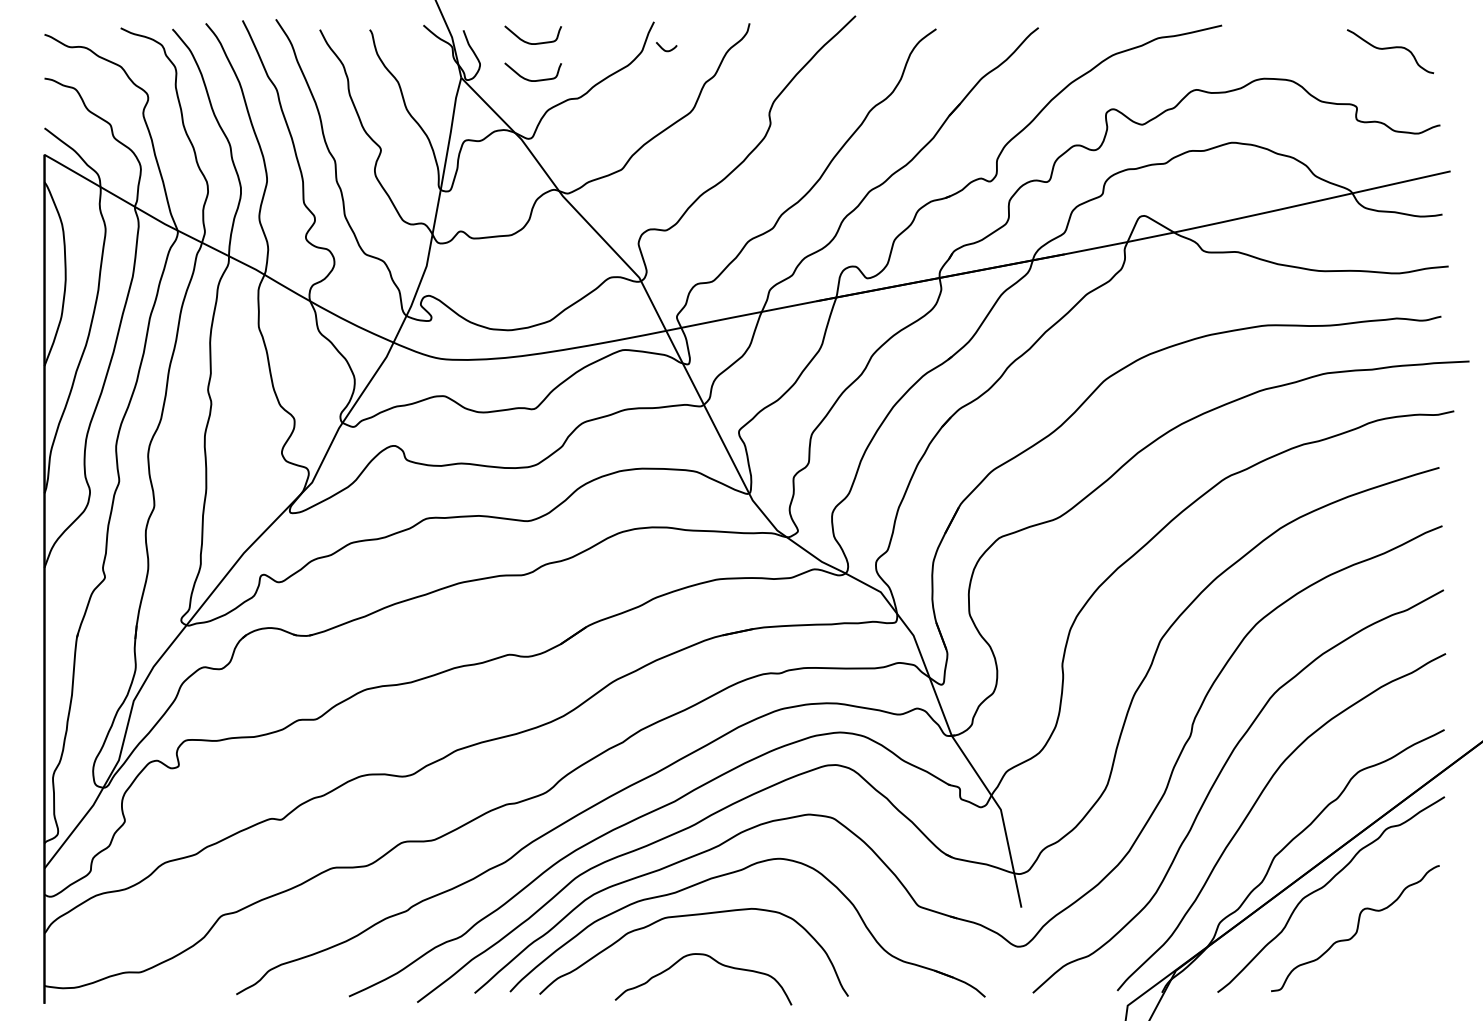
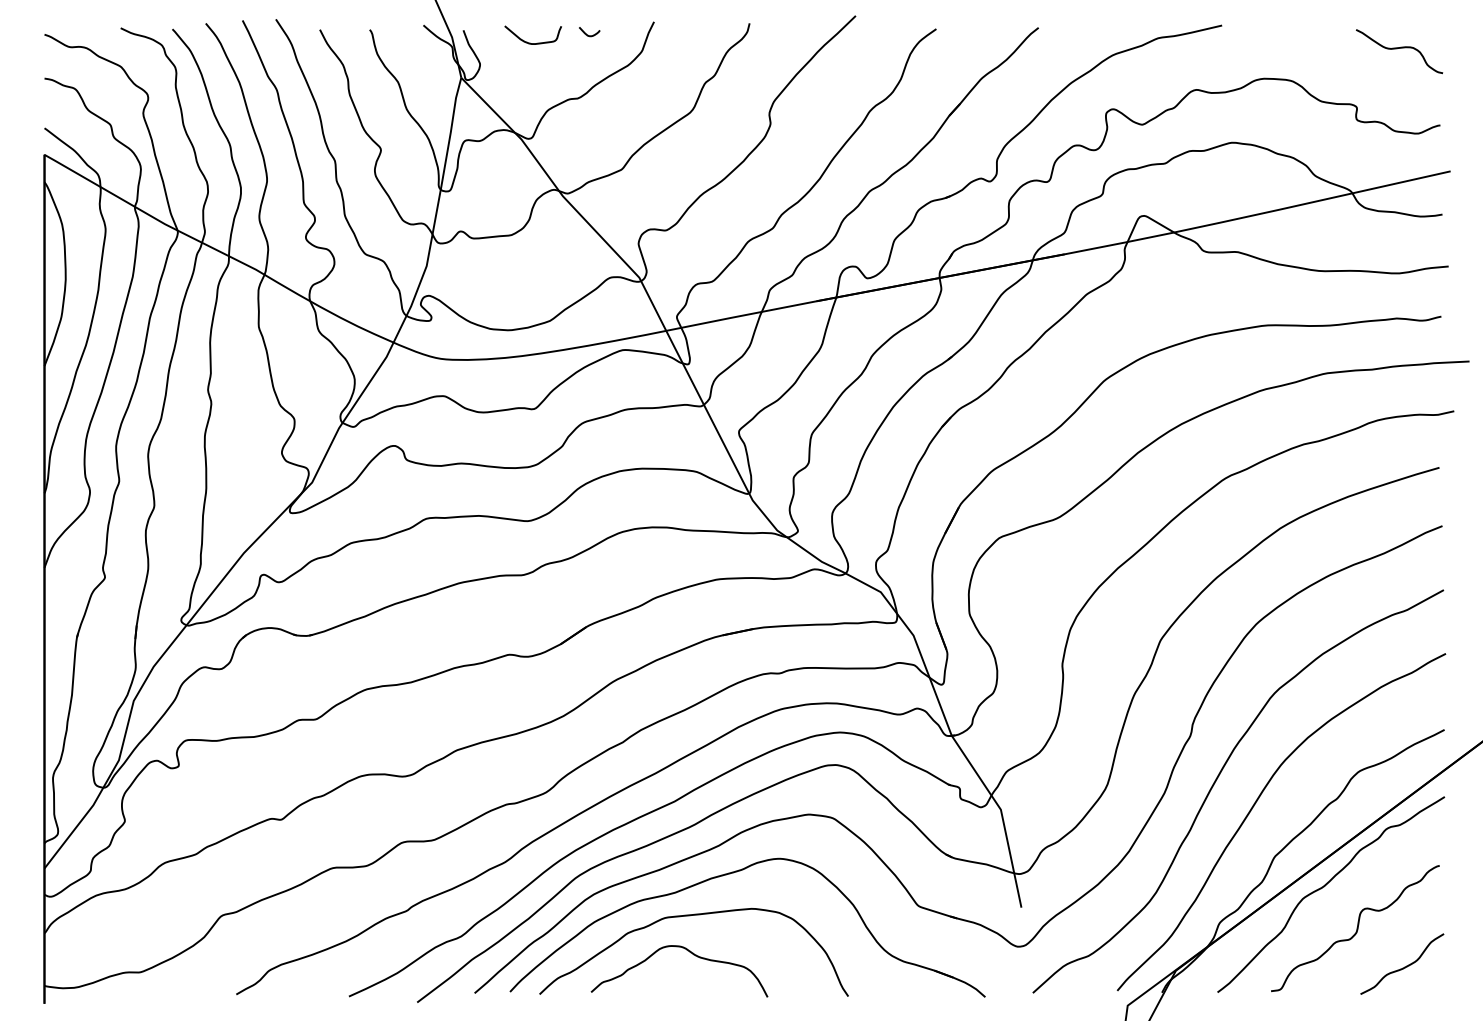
curve at (664, 49) position: (664, 49) -> (587, 34)
curve at (1388, 49) position: (1388, 49) -> (1397, 49)
curve at (530, 79): present -> none
curve at (714, 961) position: (714, 961) -> (690, 953)
curve at (1404, 966): none -> present
